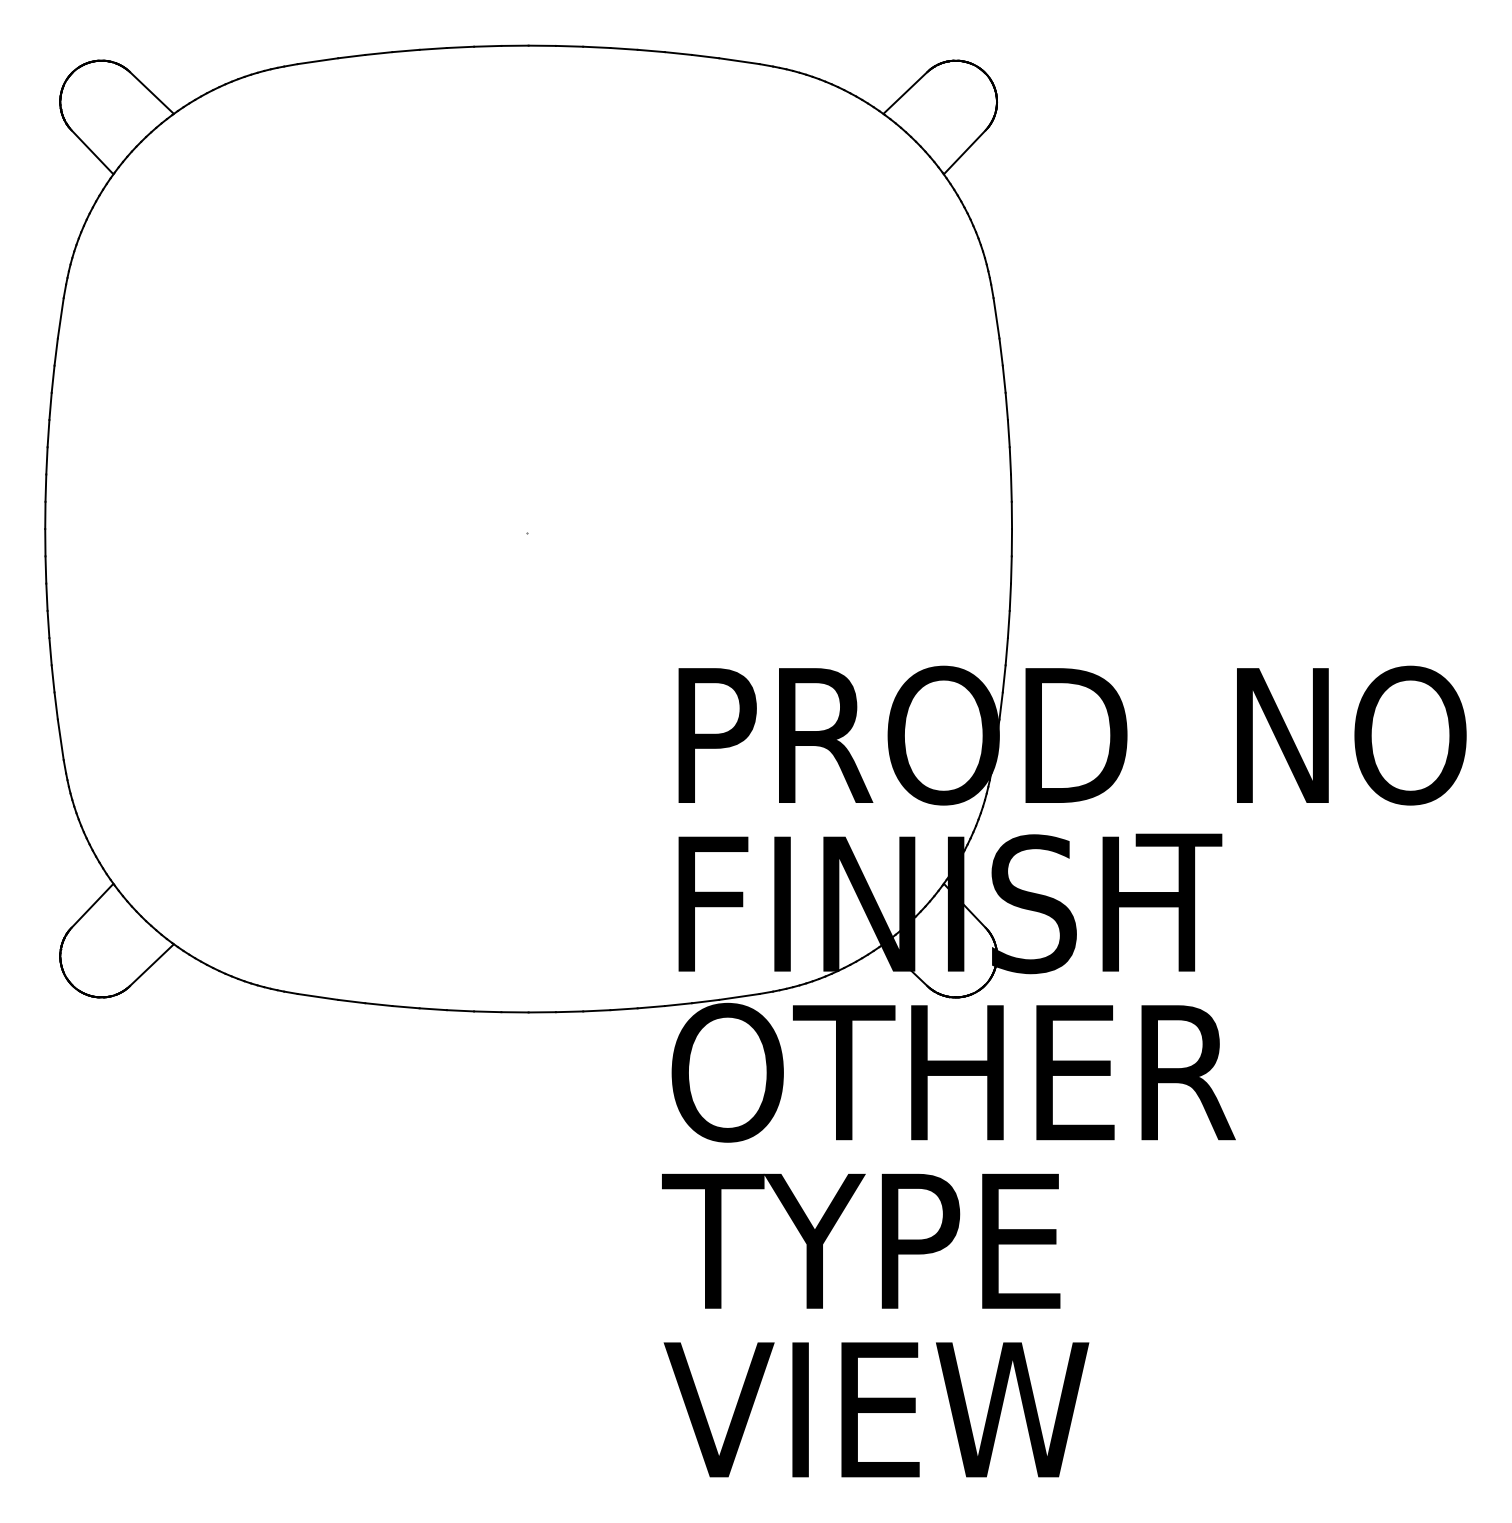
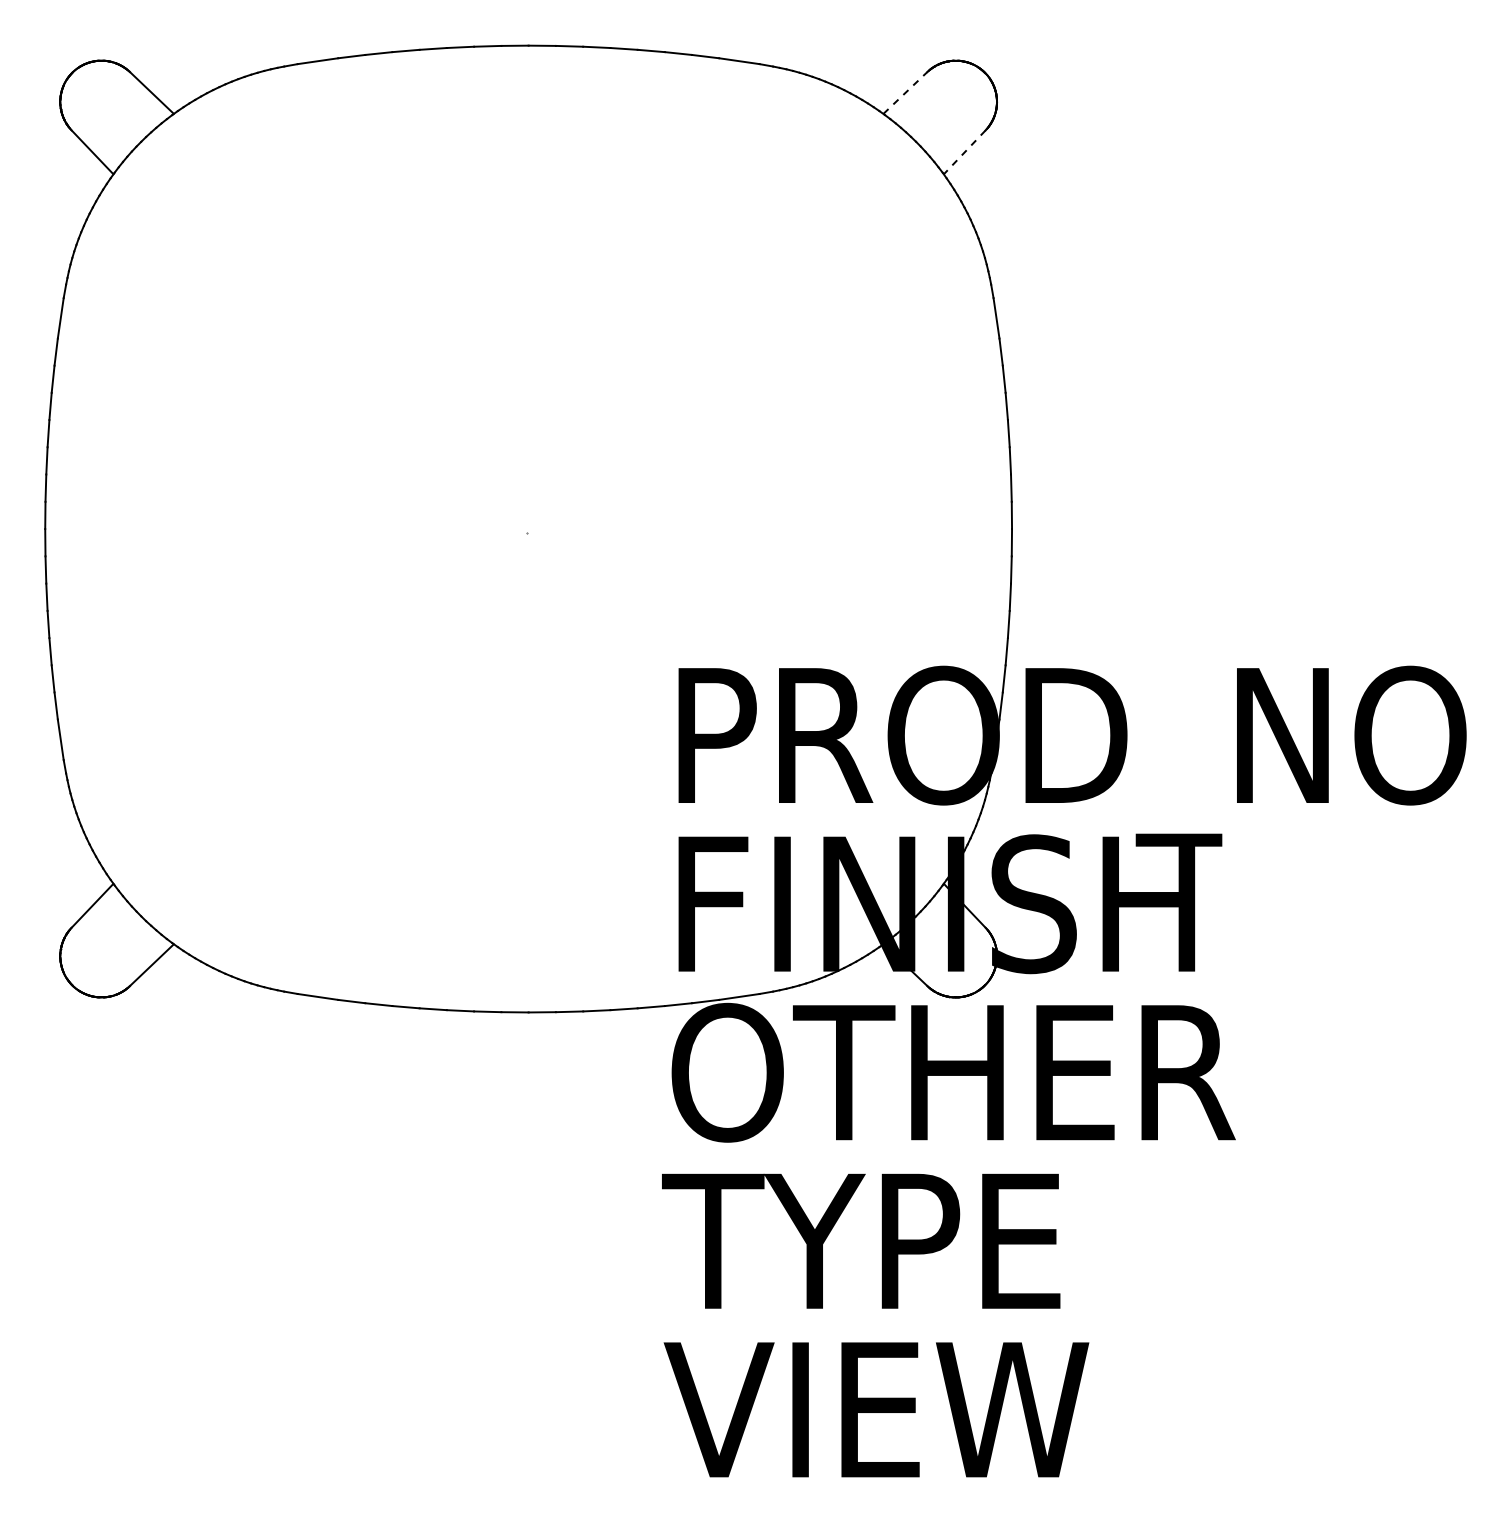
line at (905, 92): solid -> dashed
line at (964, 152): solid -> dashed
